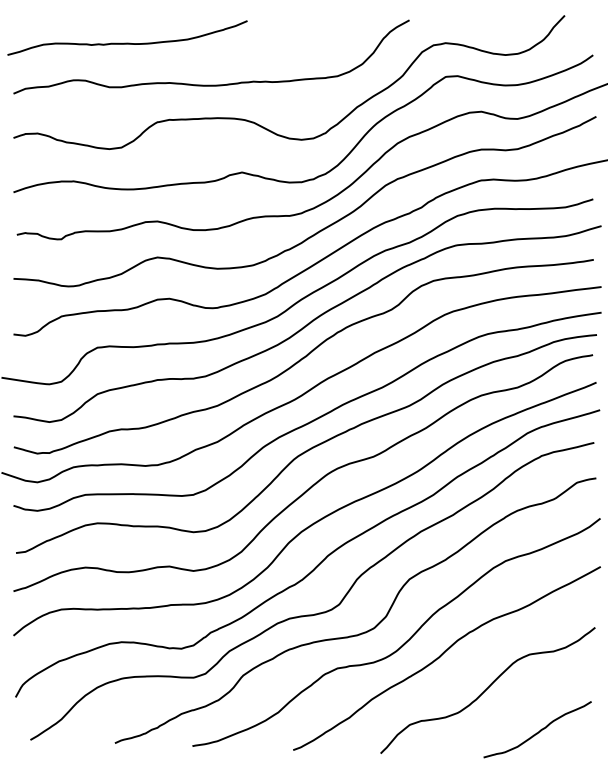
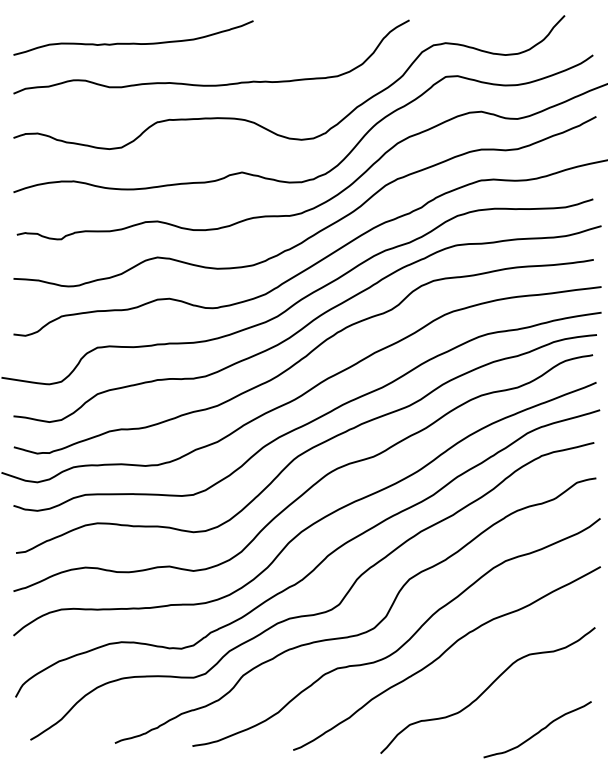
curve at (127, 42) position: (127, 42) -> (133, 42)
